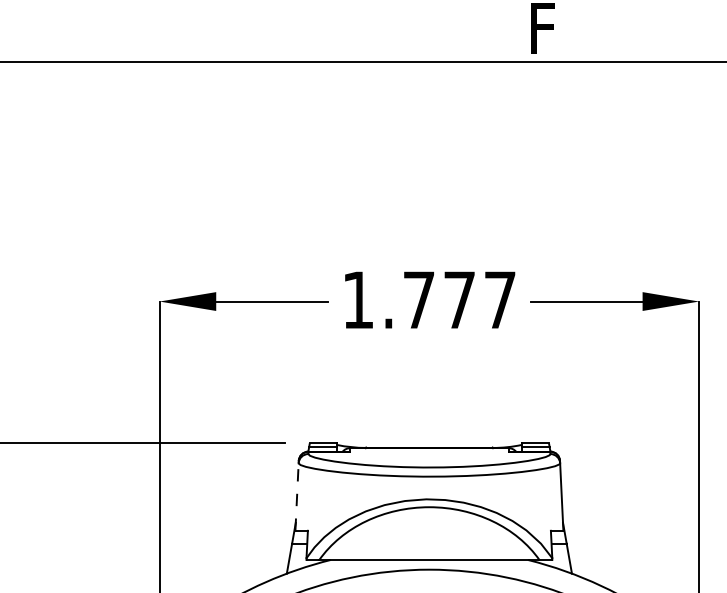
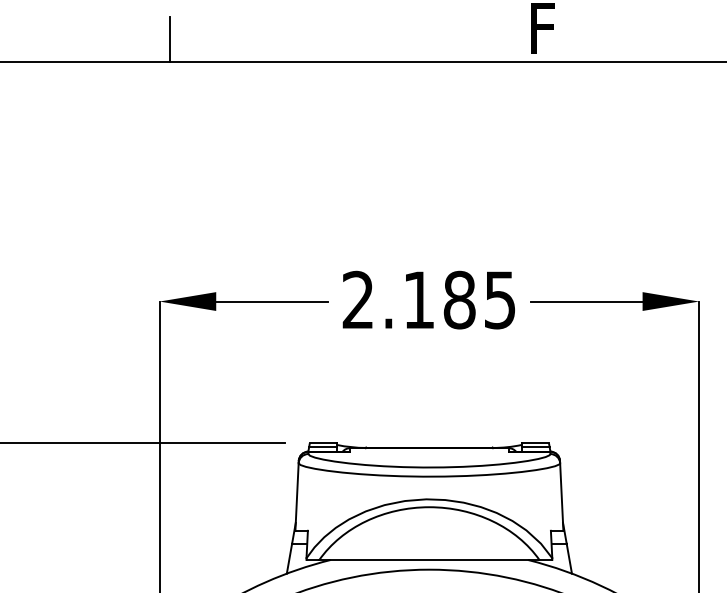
line at (169, 38): none -> present
text at (428, 299): 1.777 -> 2.185
line at (297, 497): dashed -> solid
